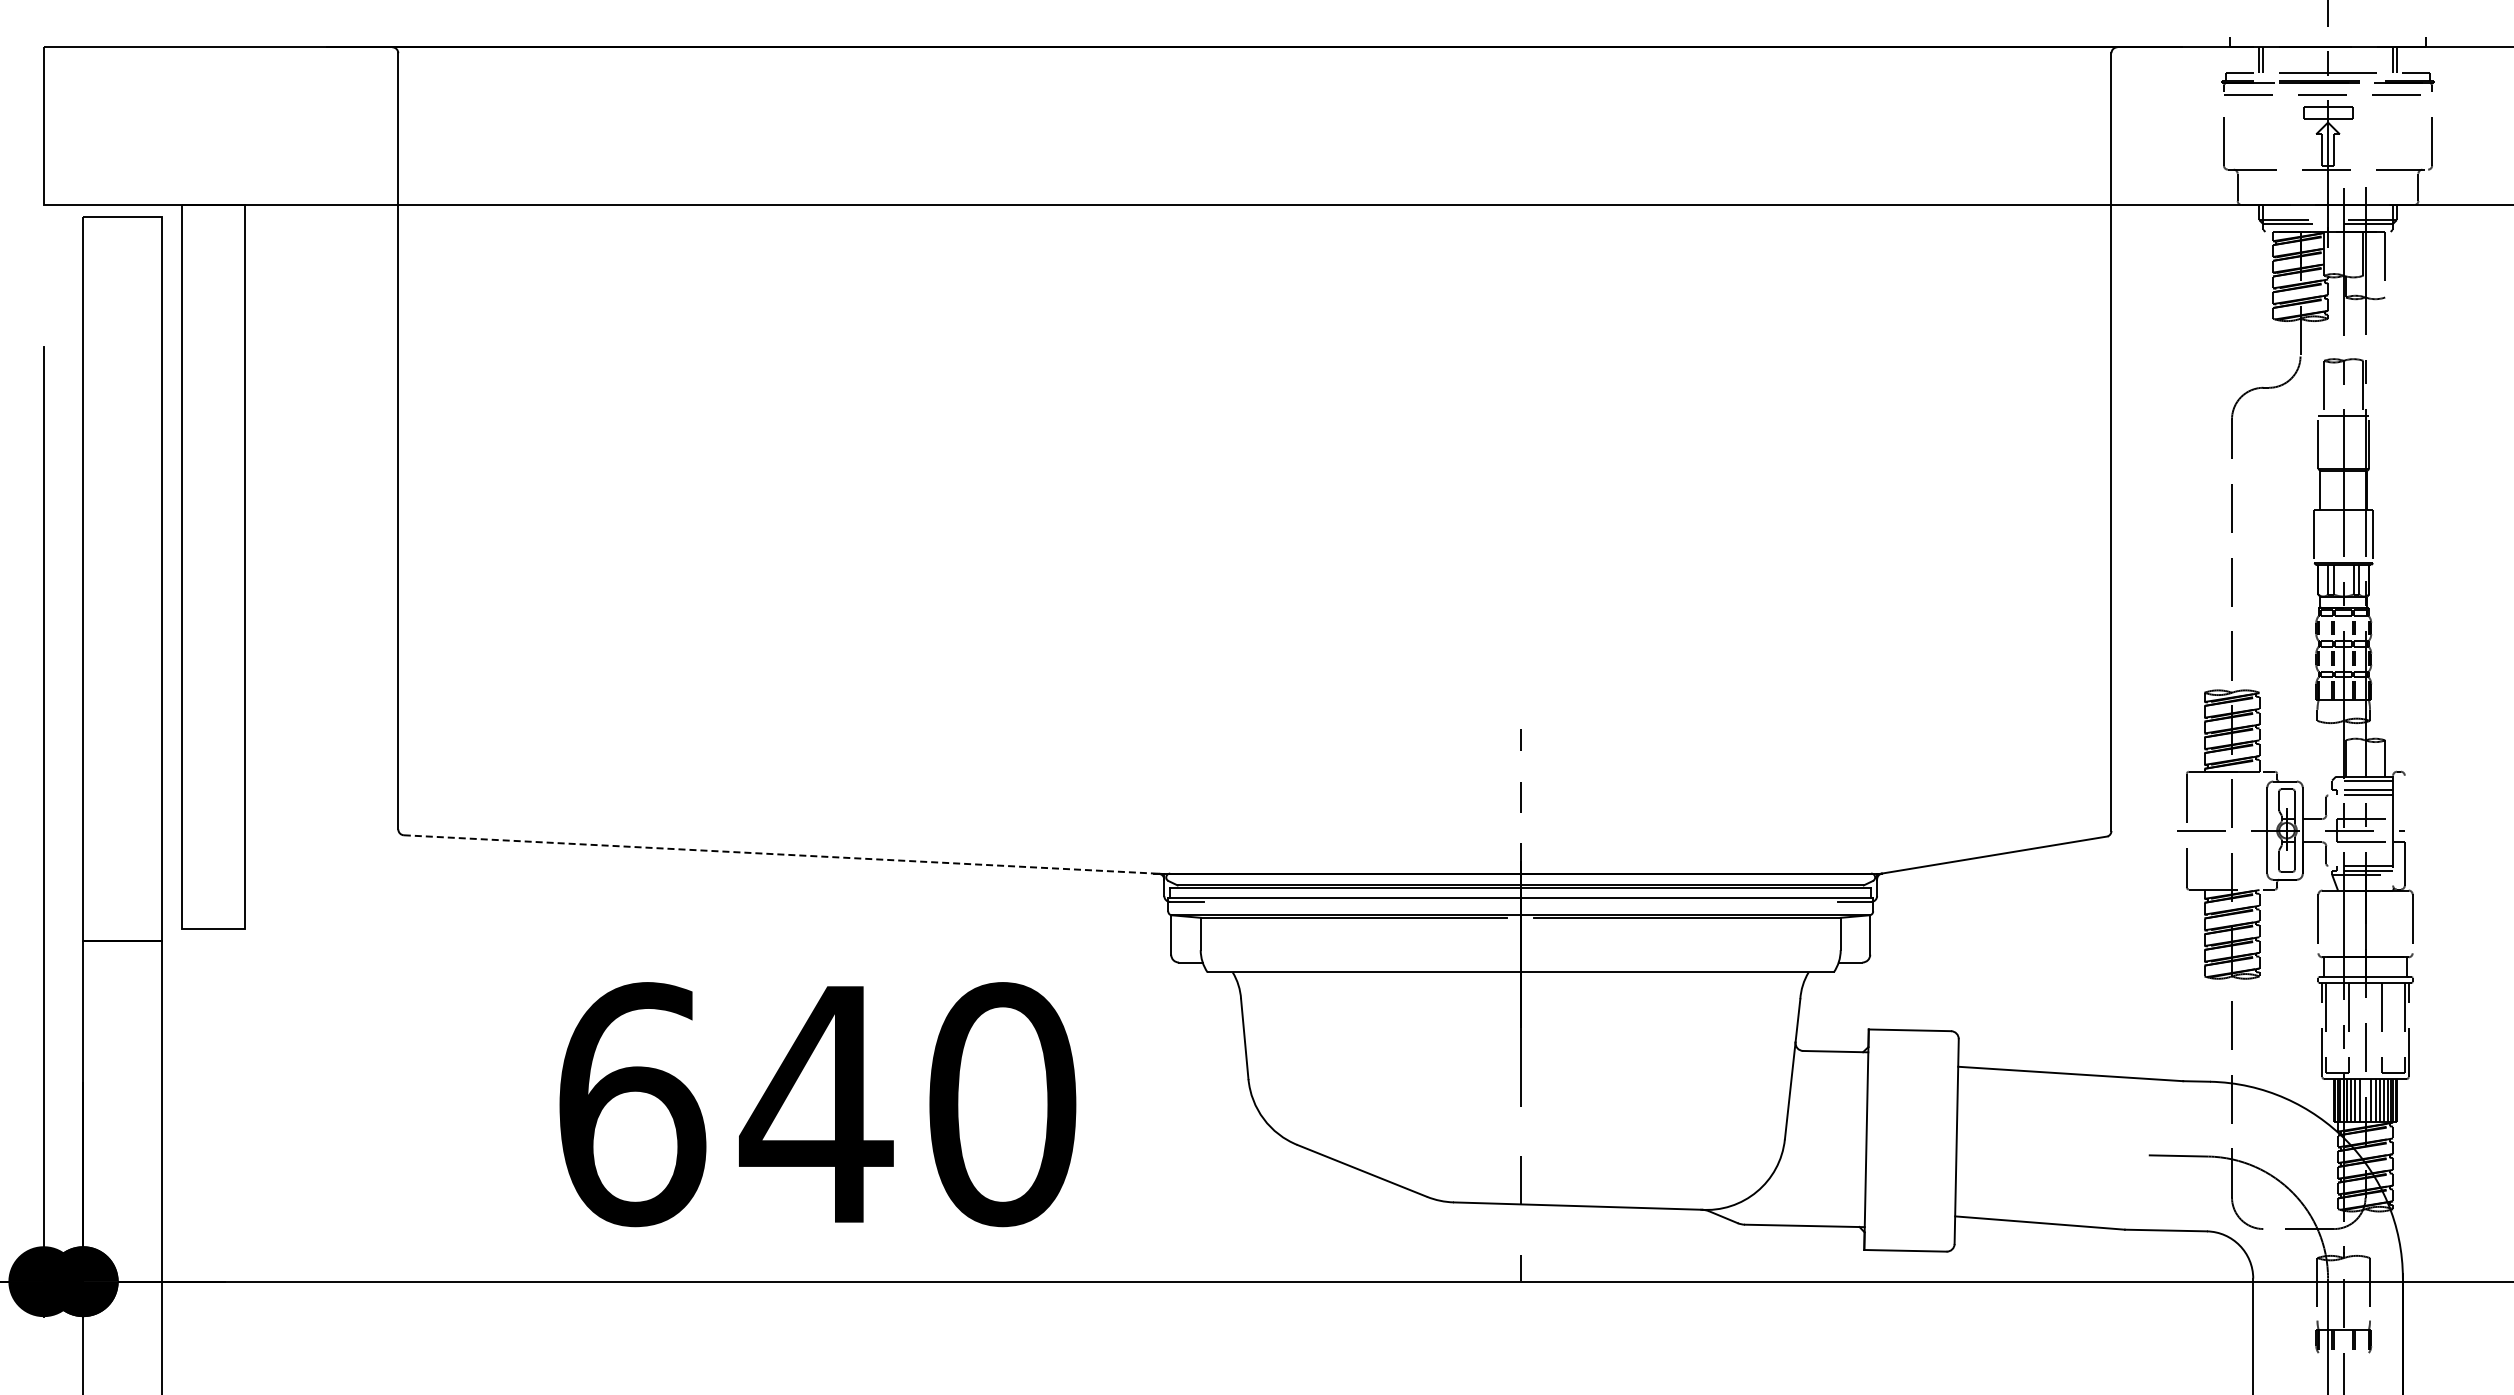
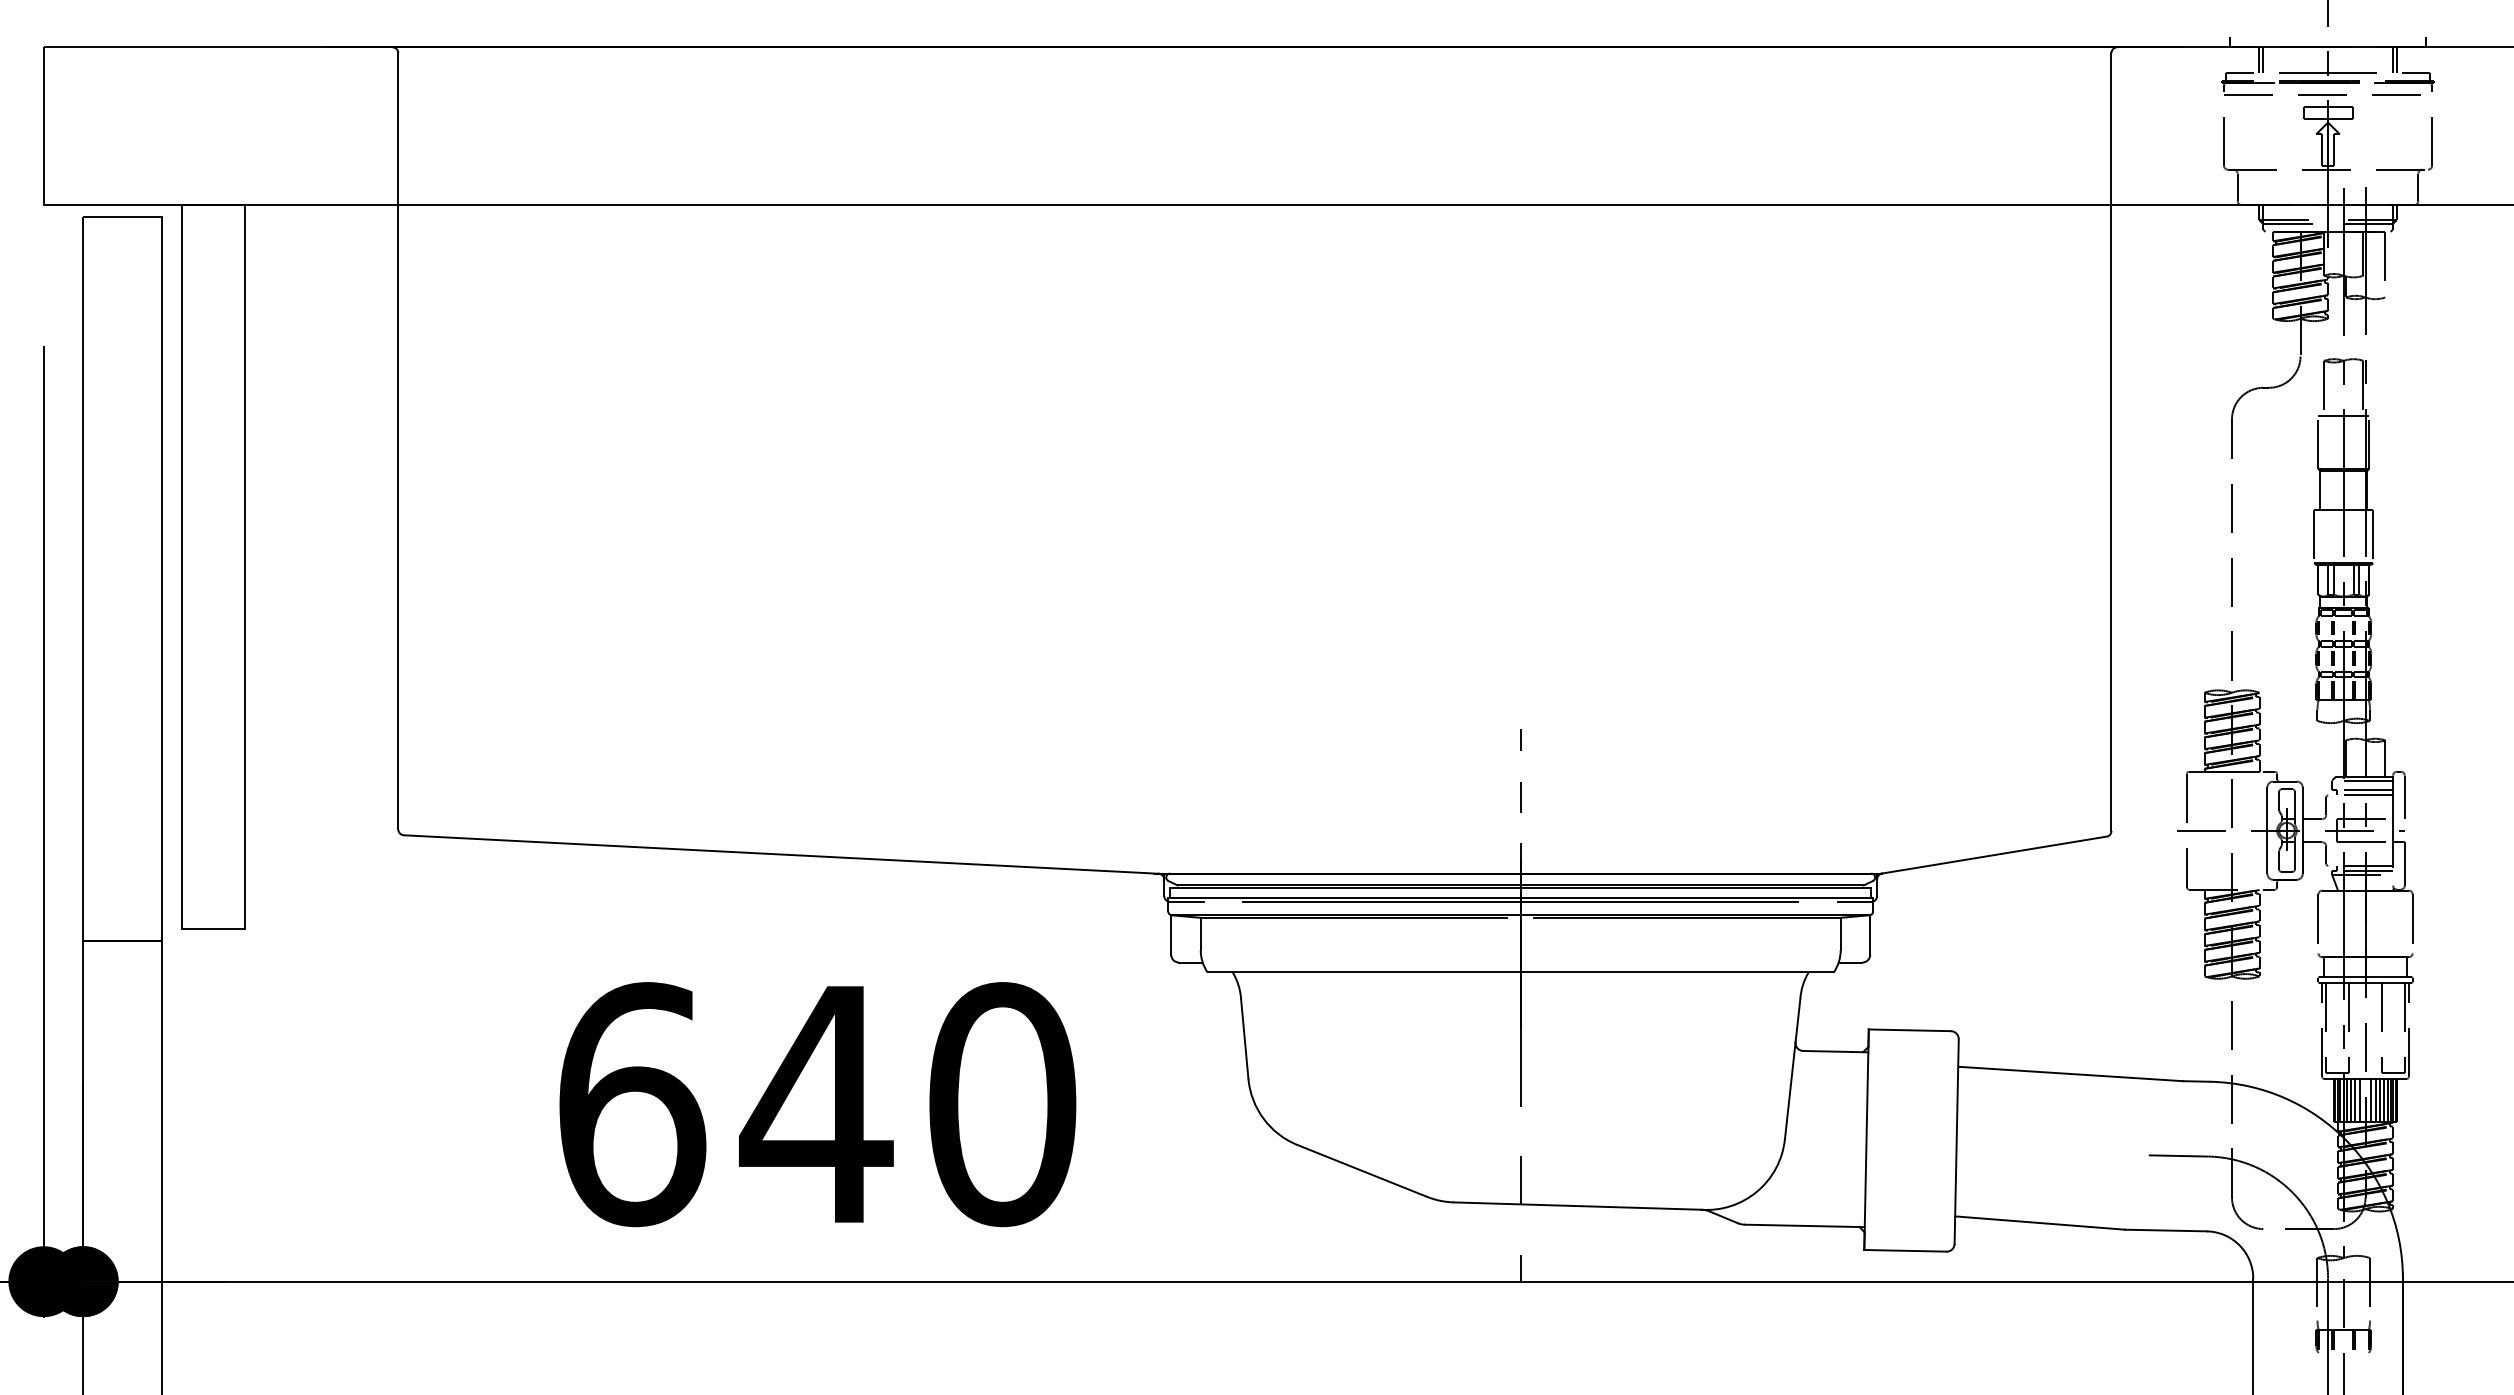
line at (2404, 796): none -> present
line at (781, 854): dashed -> solid
line at (1520, 901): none -> present
